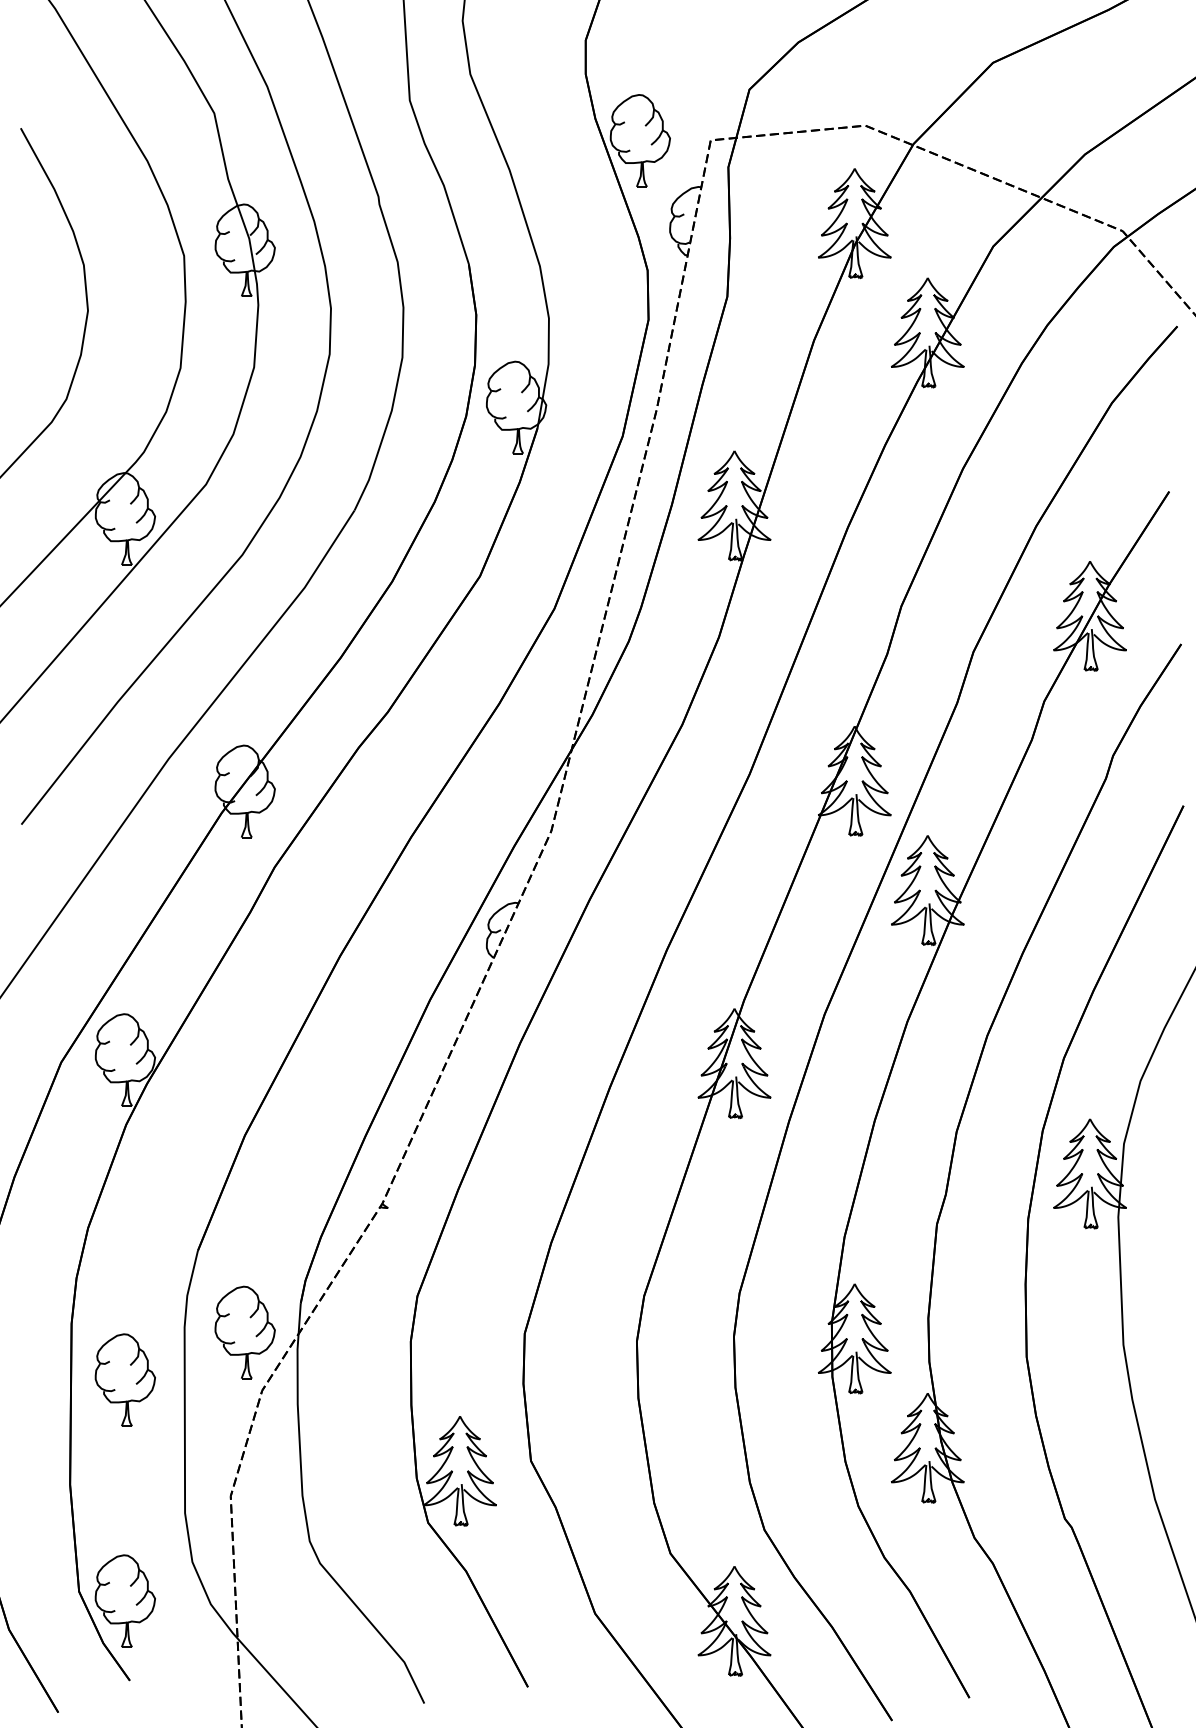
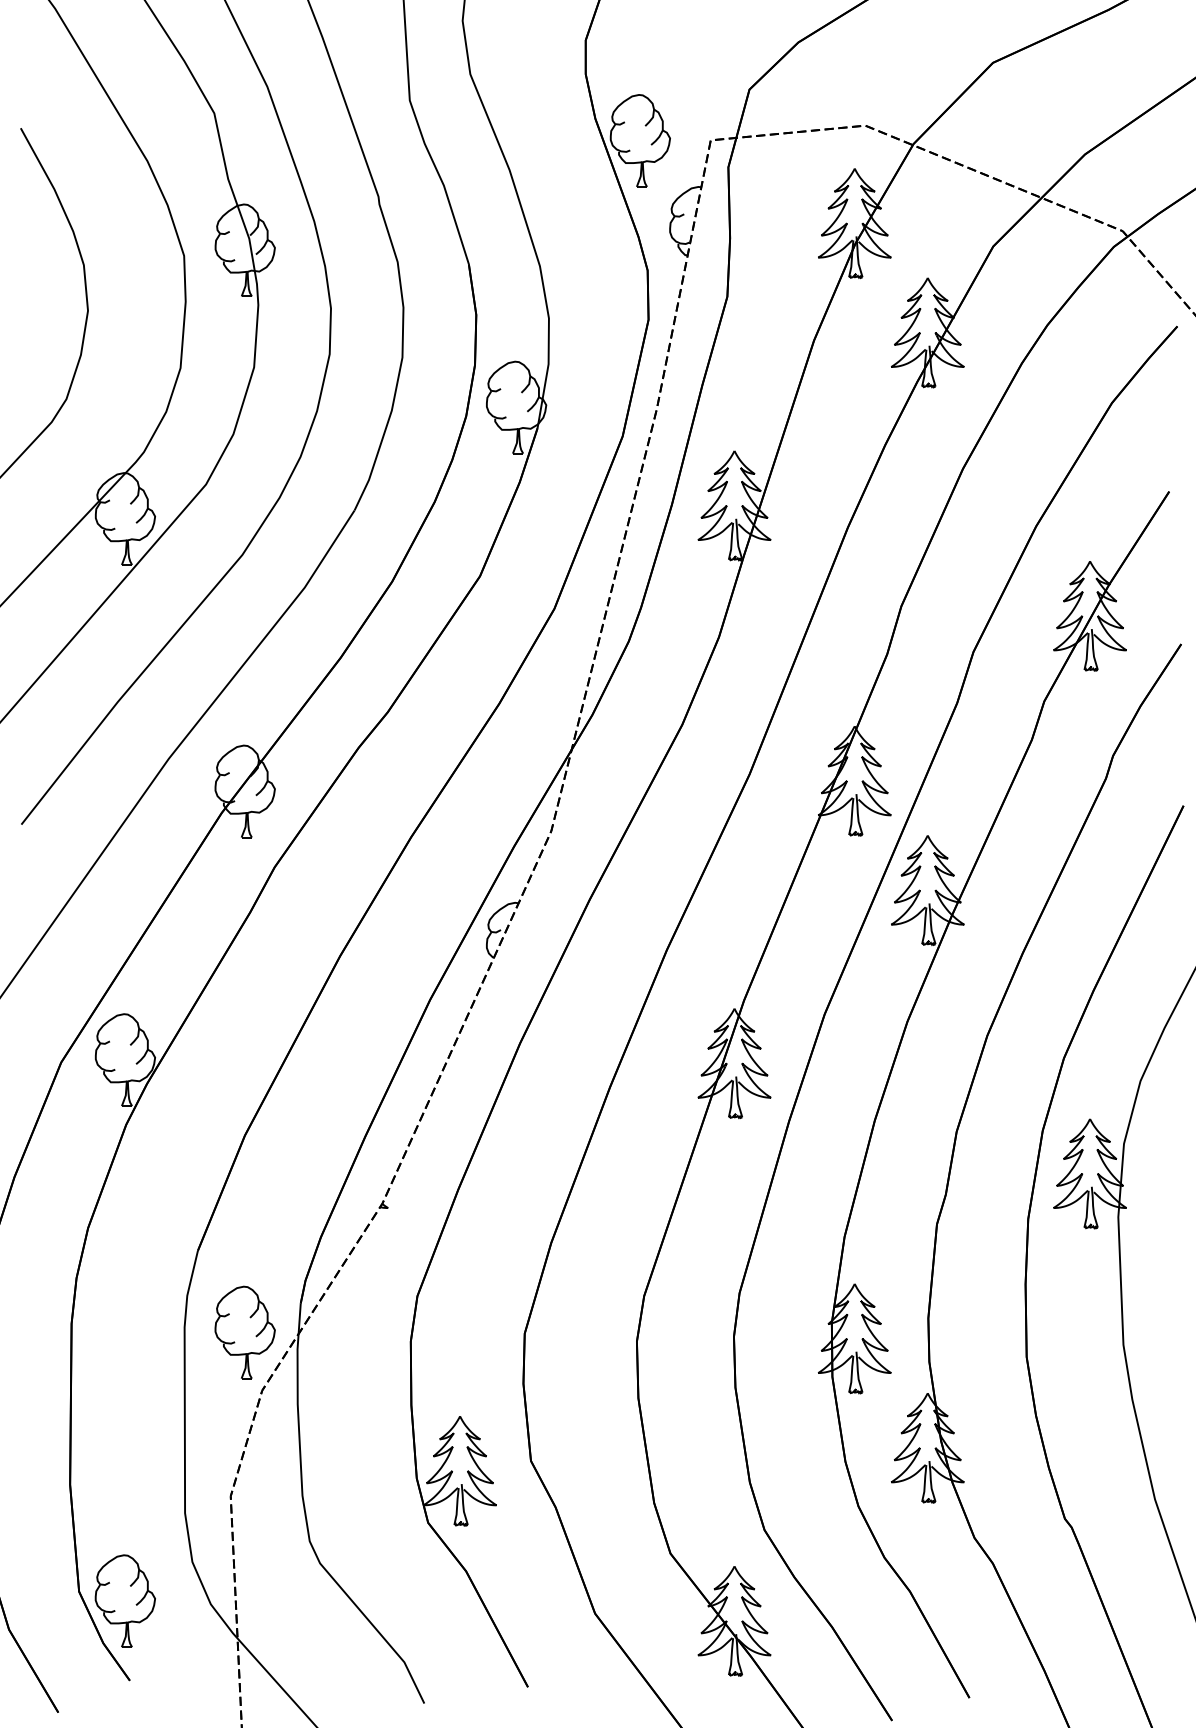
part at (124, 1379): present -> none
